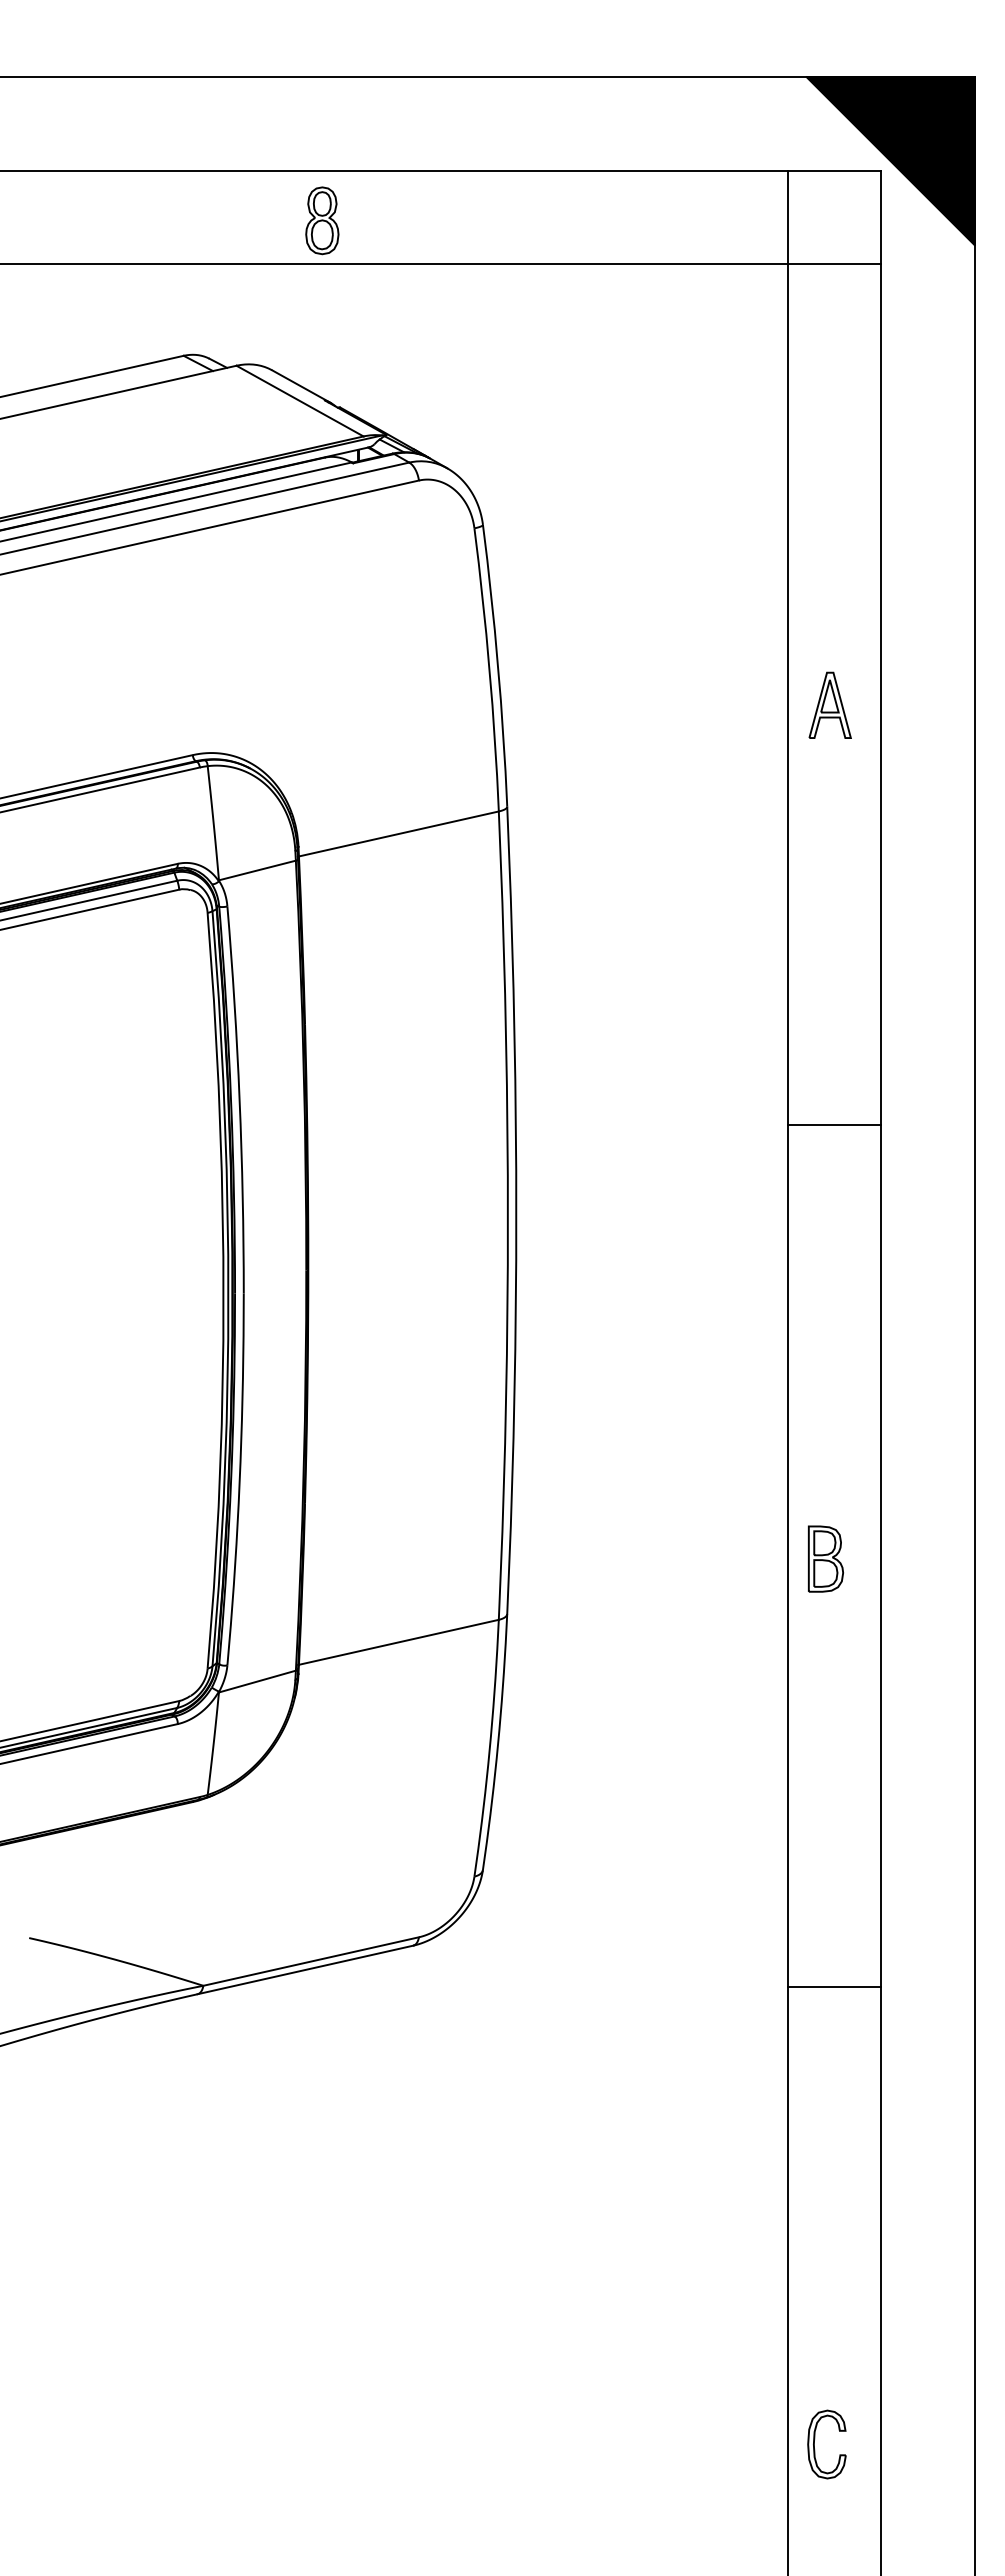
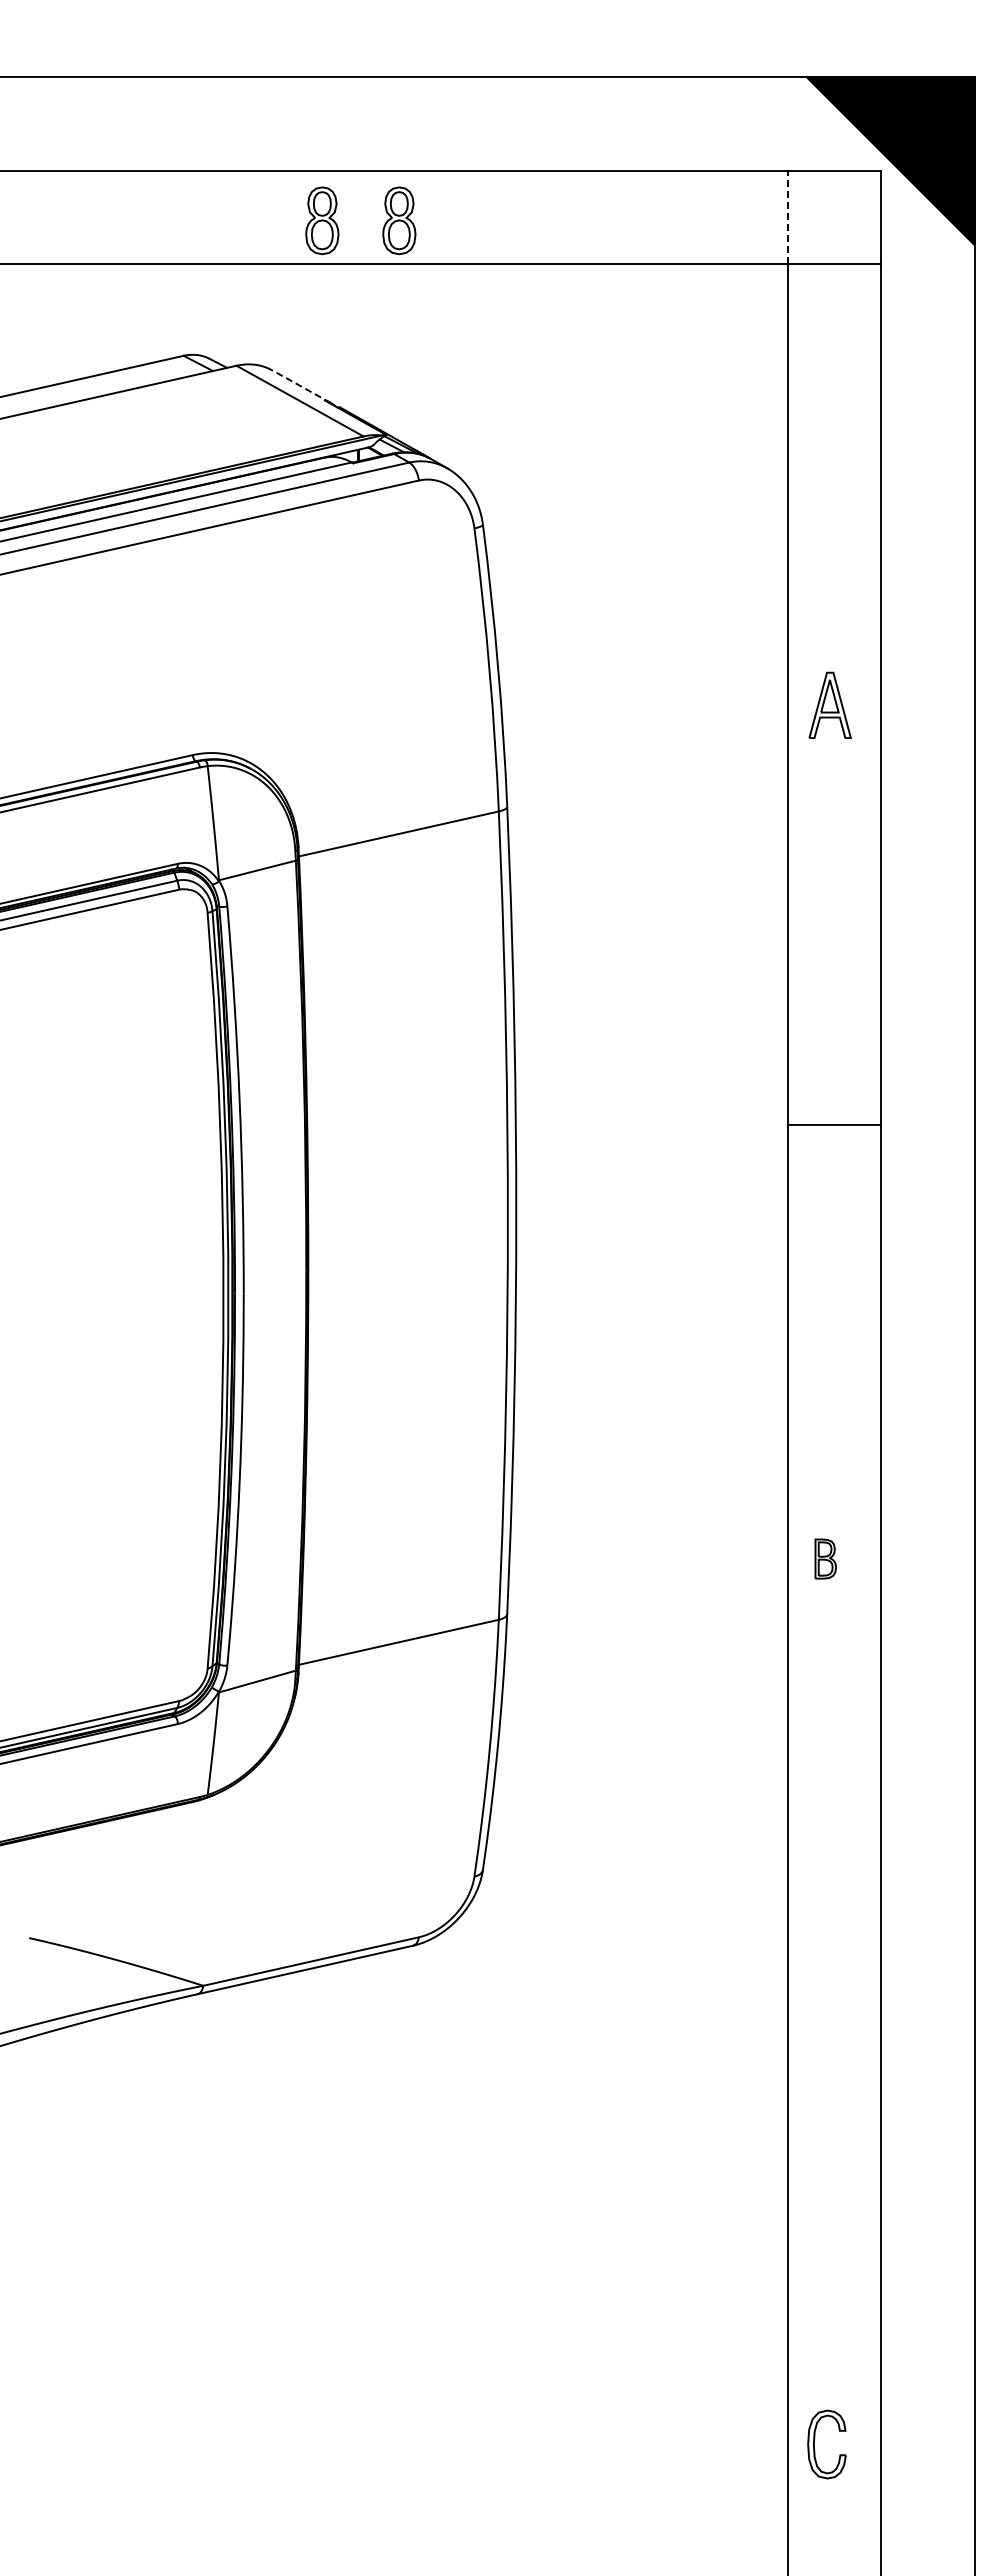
line at (788, 217): solid -> dashed
part at (399, 220): none -> present
line at (300, 386): solid -> dashed
part at (825, 1558) size: 37x68 px -> 23x42 px
line at (834, 1986): present -> none
